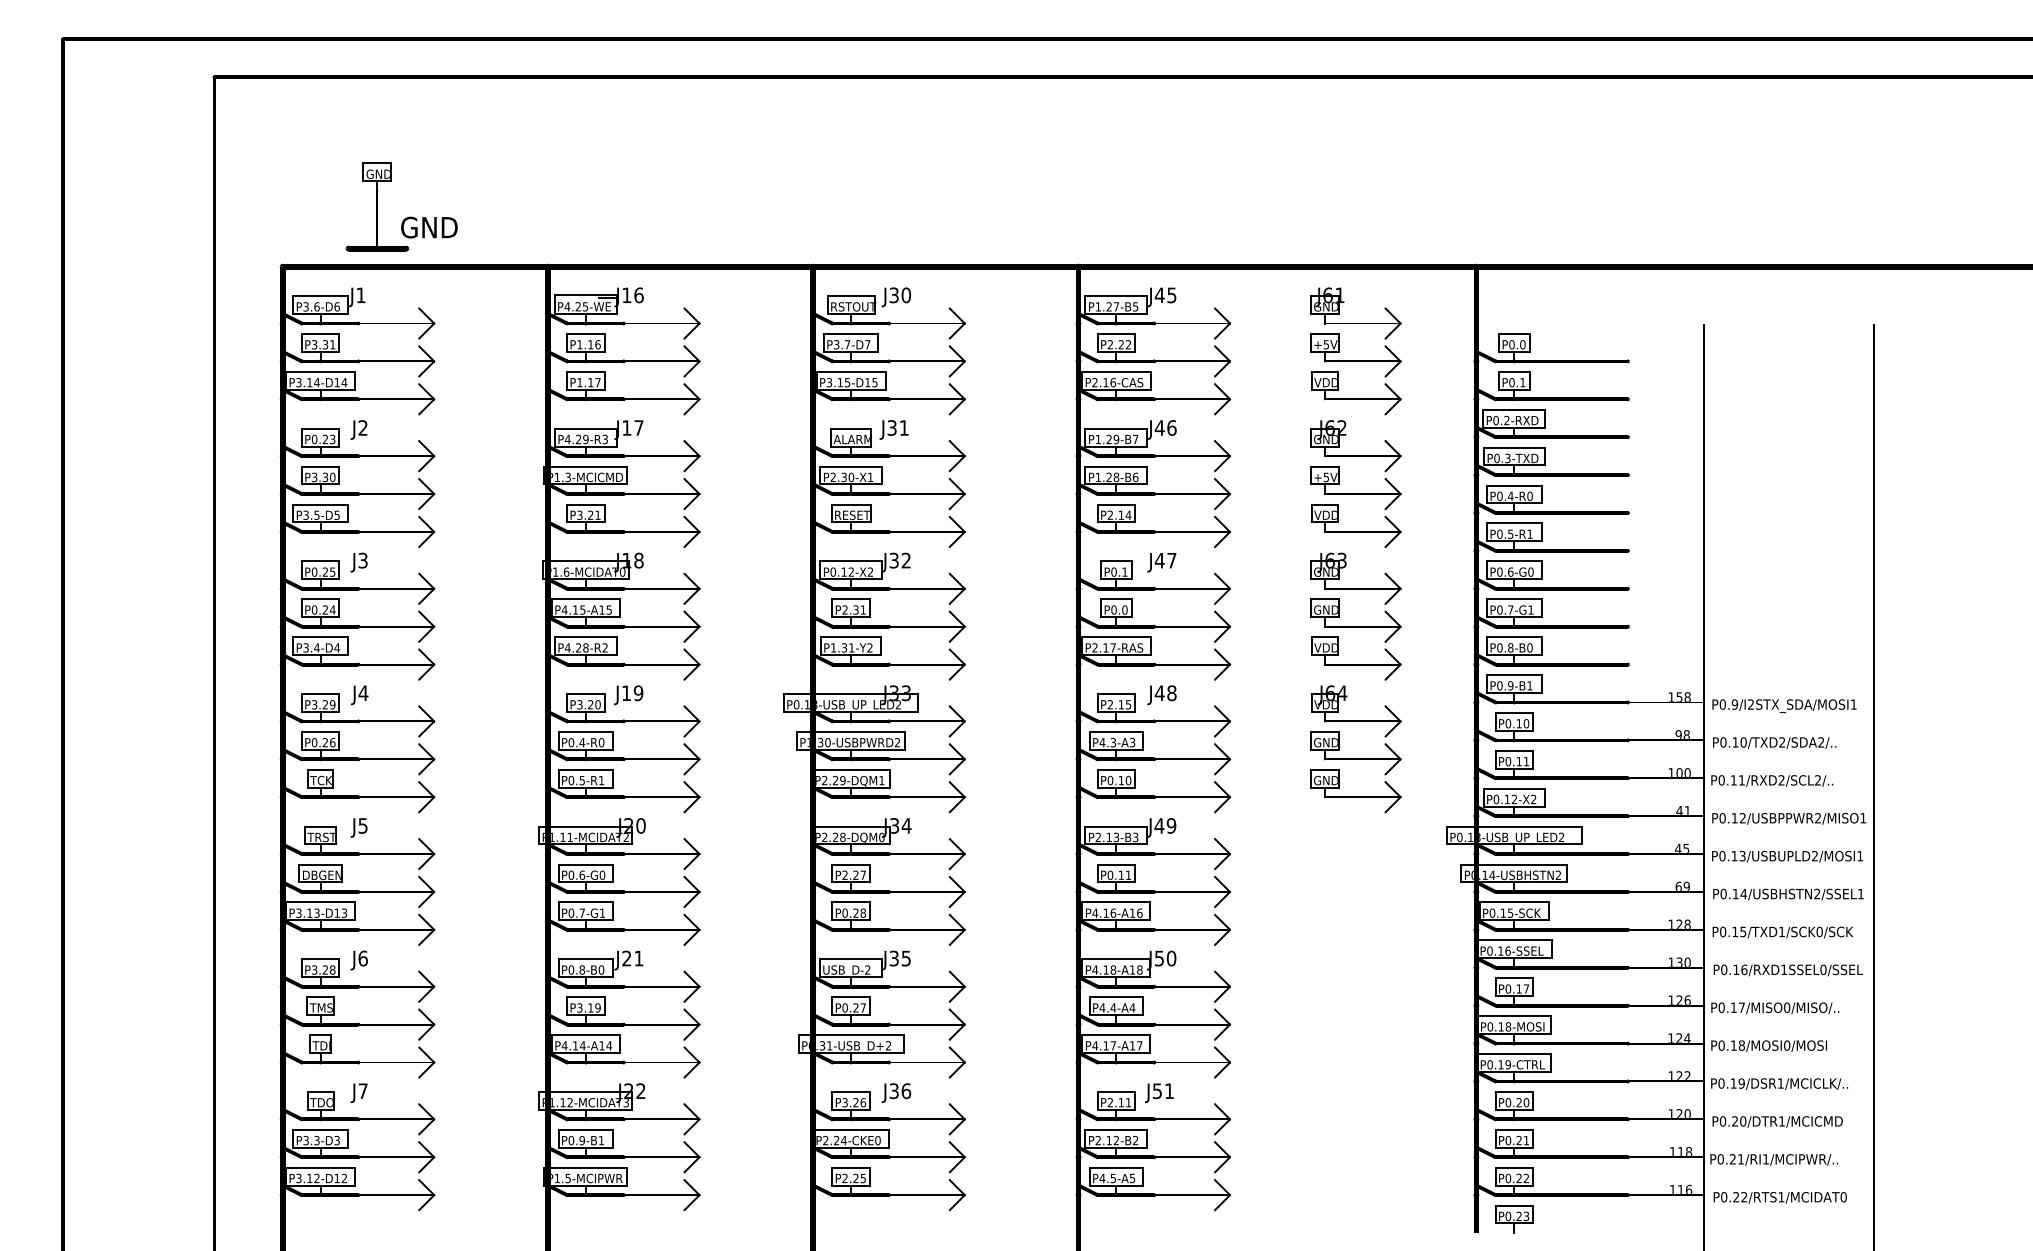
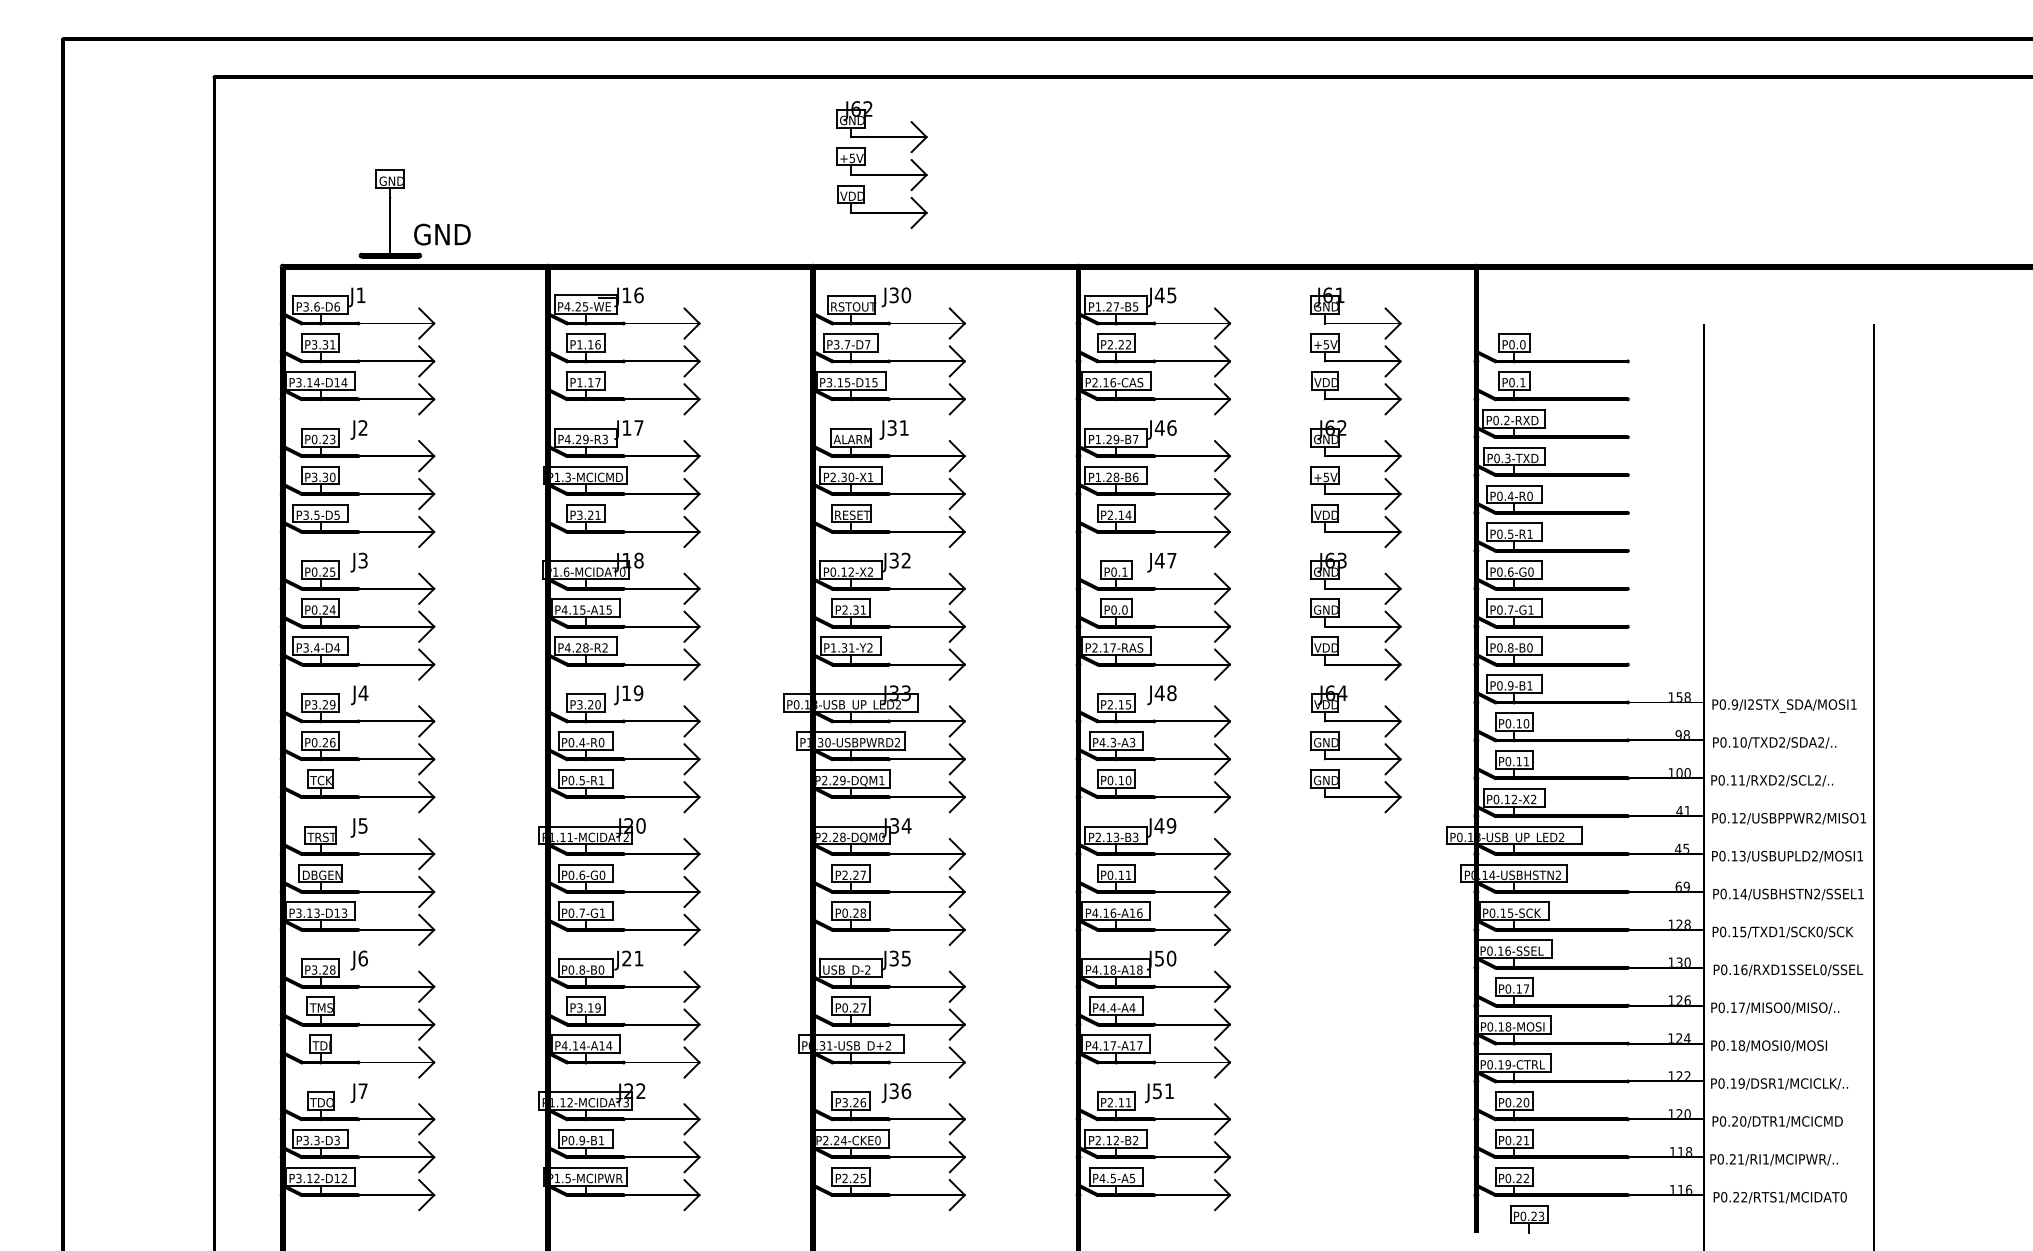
part at (881, 174): none -> present
part at (406, 217) position: (406, 217) -> (419, 224)
part at (1514, 1219) position: (1514, 1219) -> (1529, 1219)
